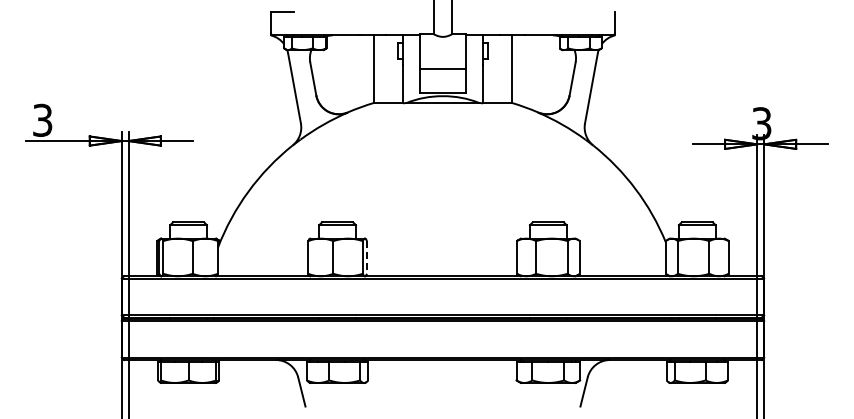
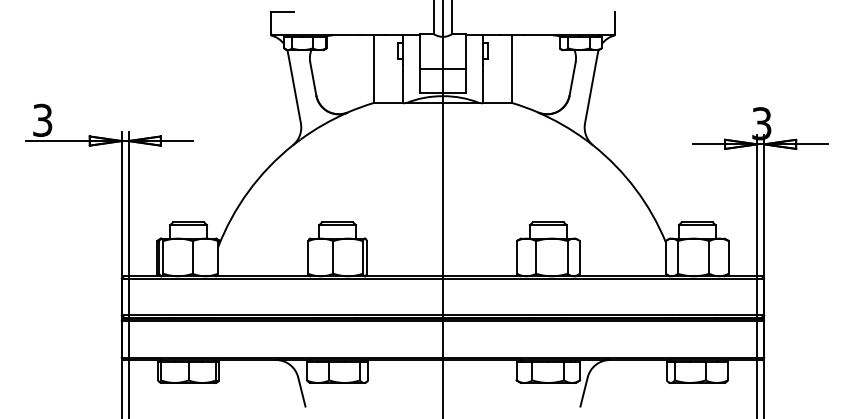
line at (442, 208): none -> present
line at (367, 257): dashed -> solid
